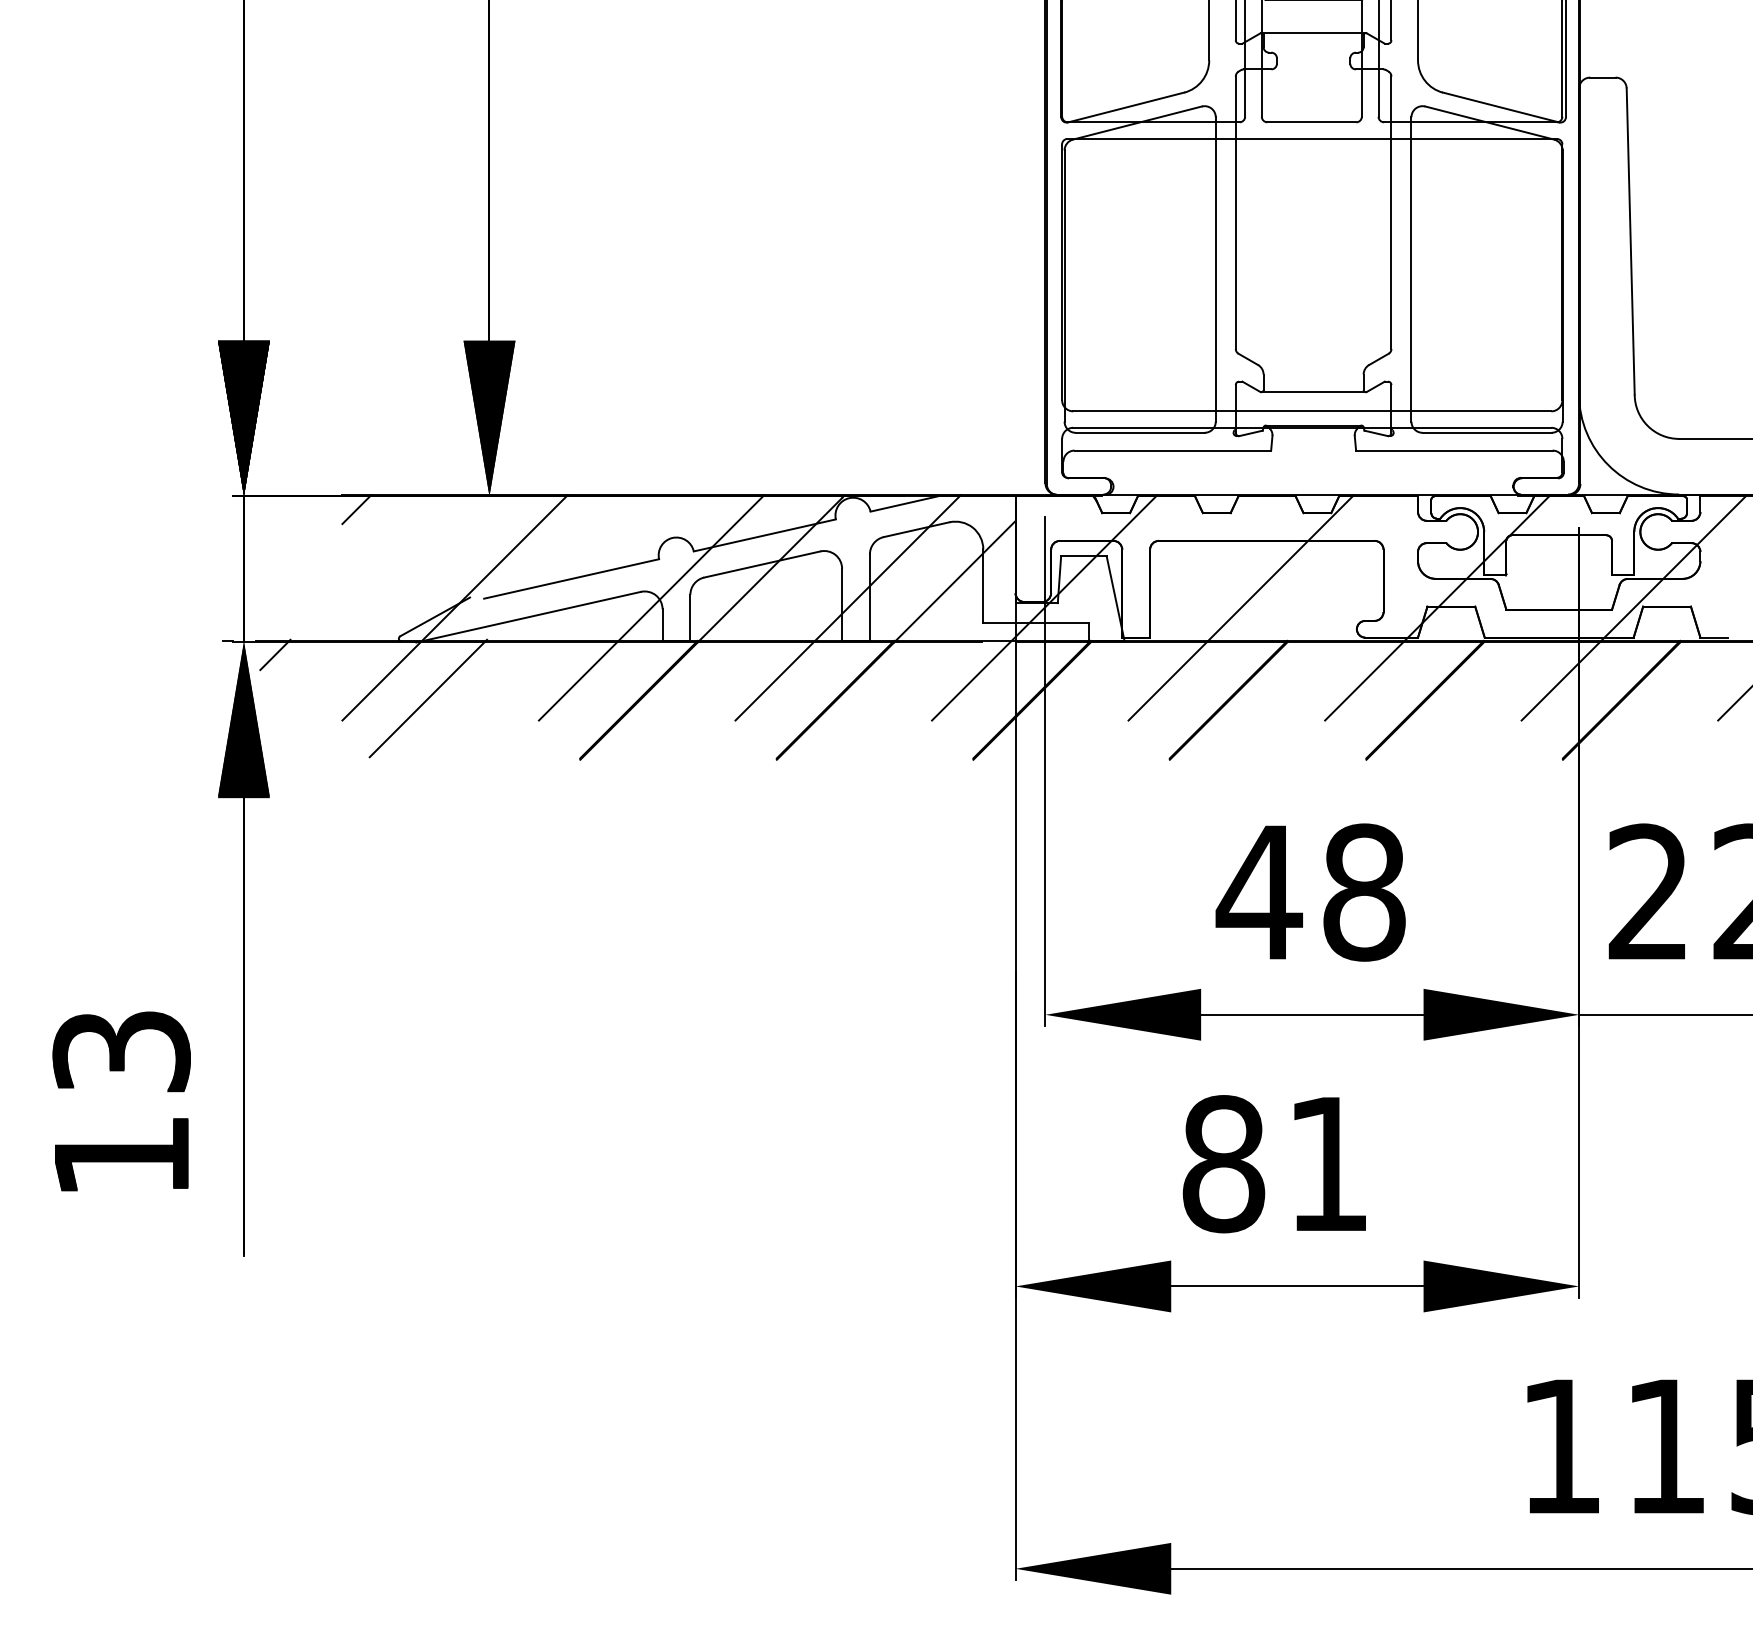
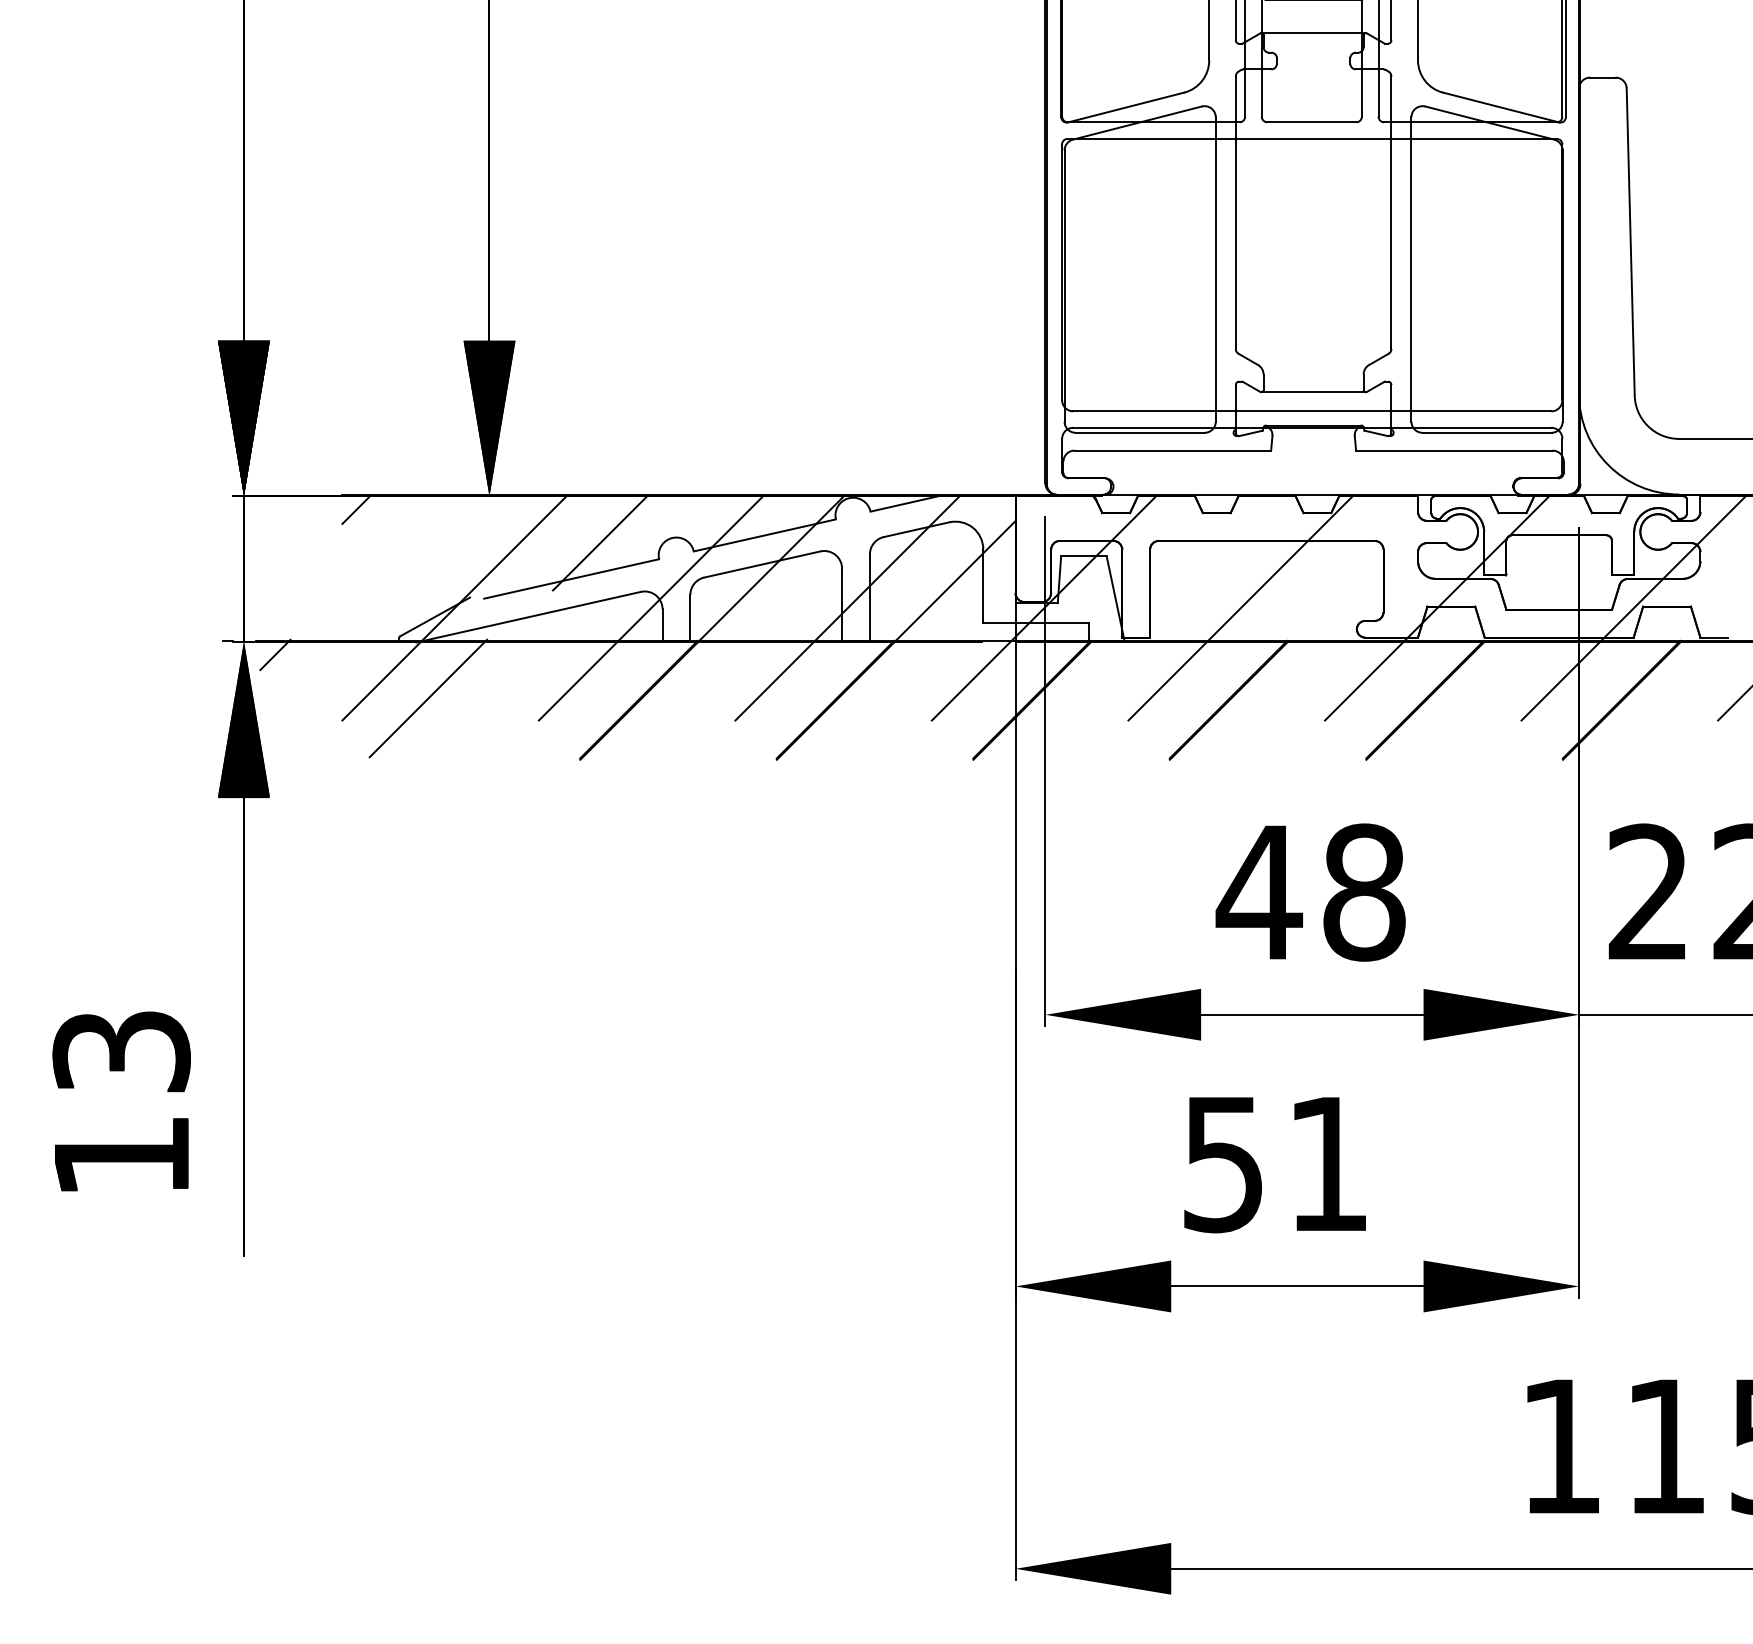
line at (600, 543): none -> present
text at (1223, 1164): 81 -> 51
